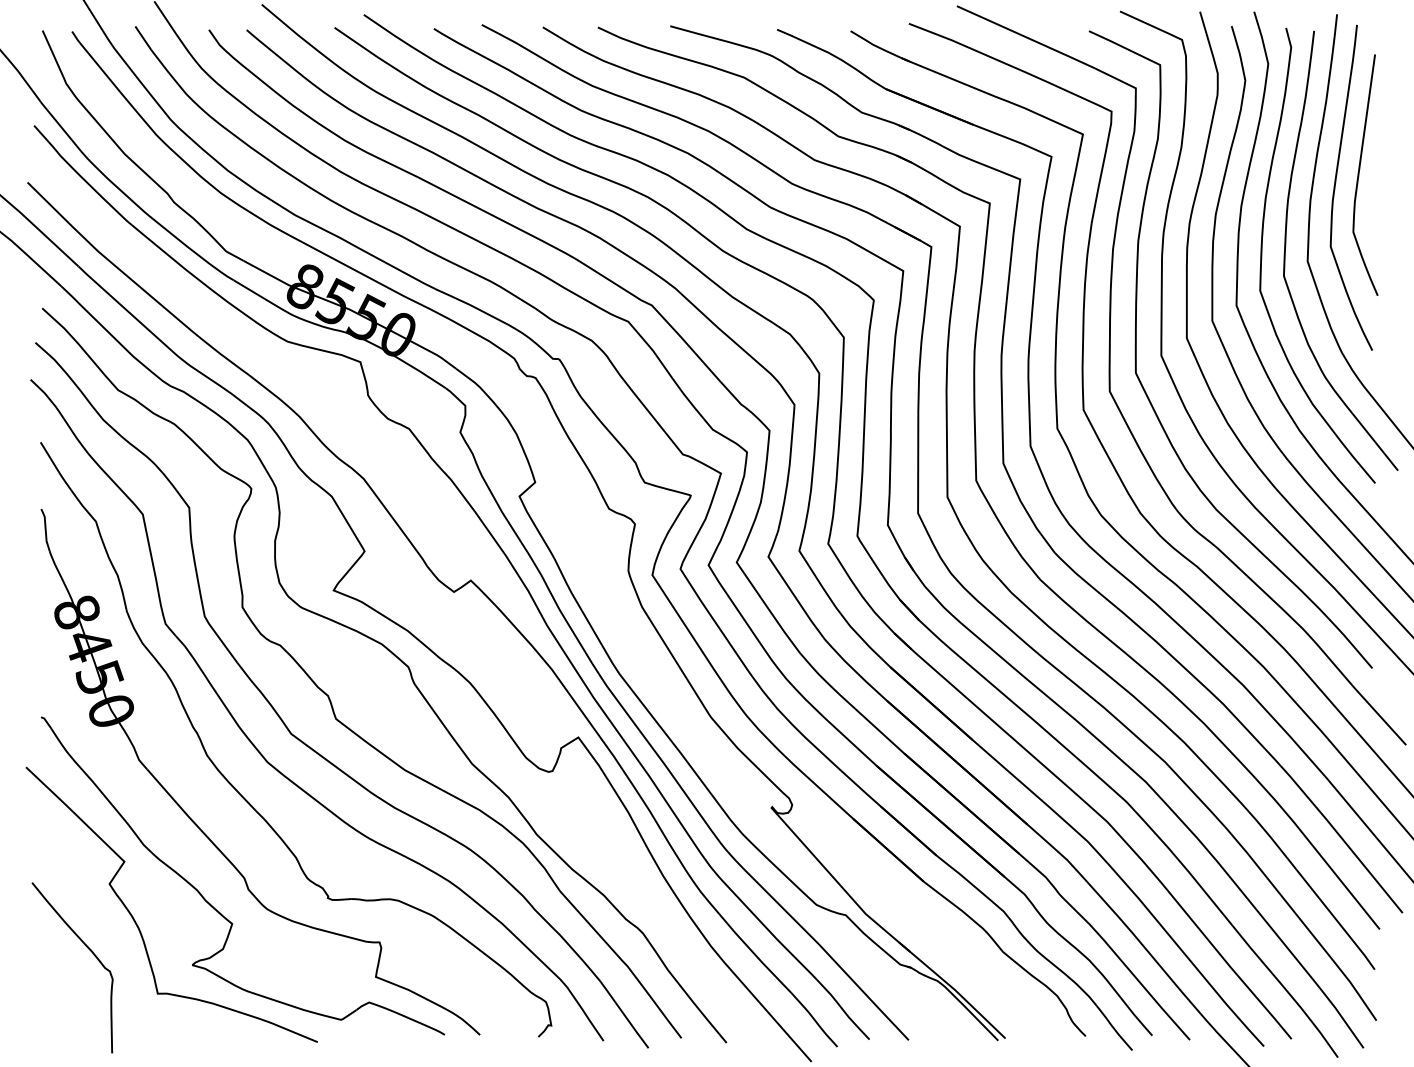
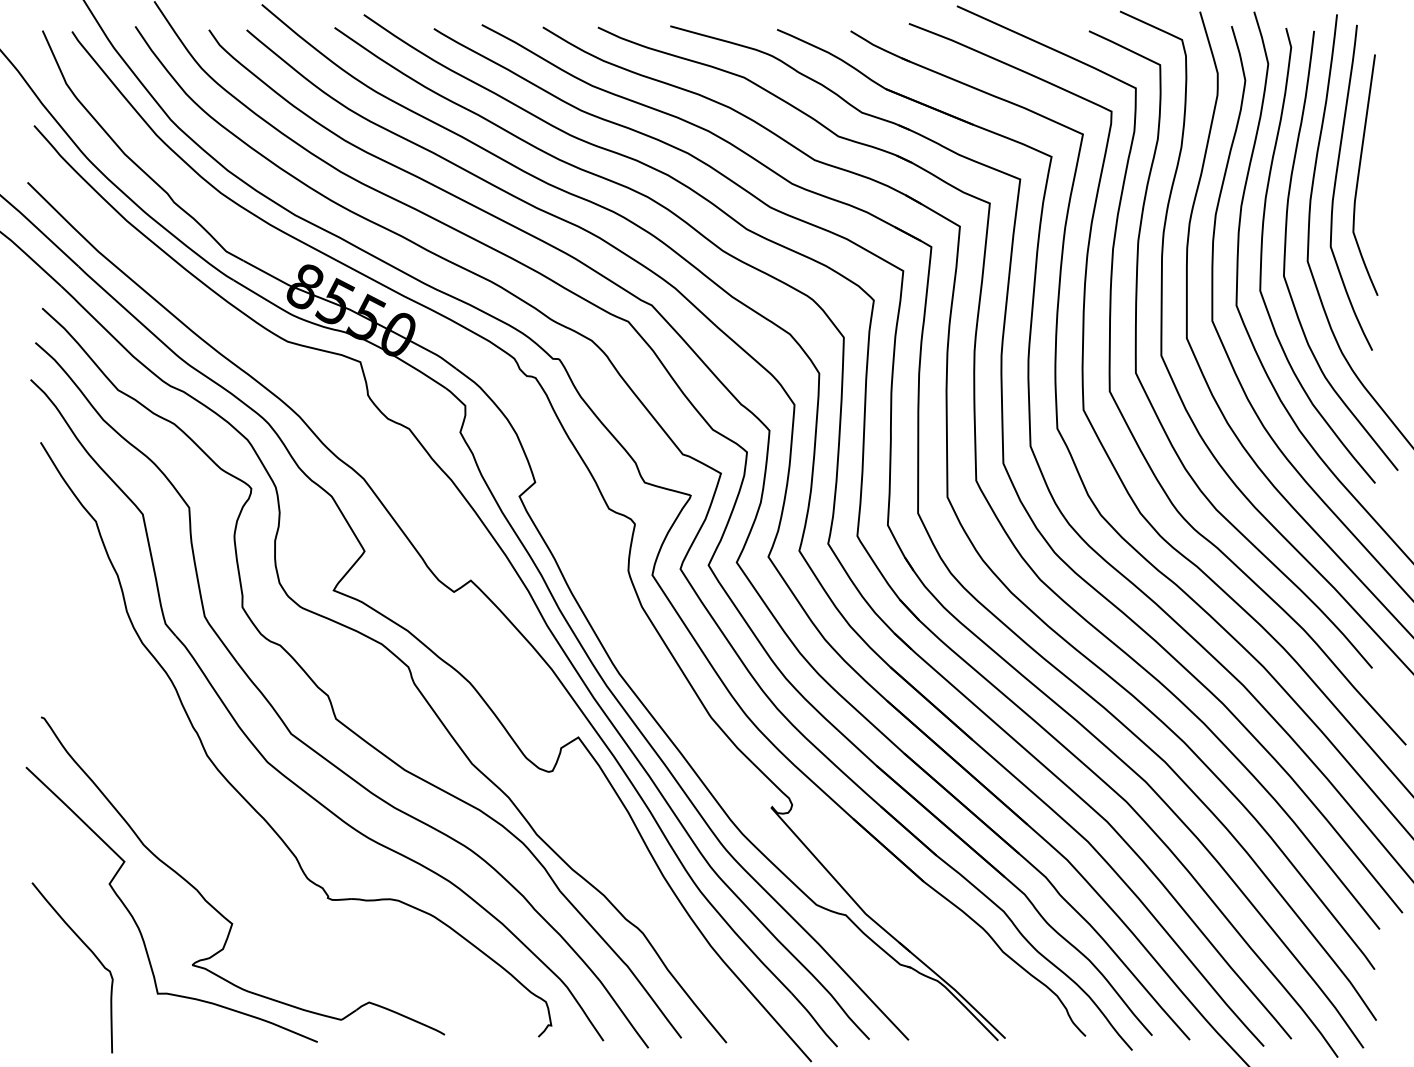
part at (198, 825): present -> none
